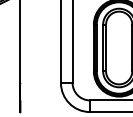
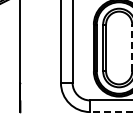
line at (132, 47): solid -> dashed
line at (110, 112): solid -> dashed
